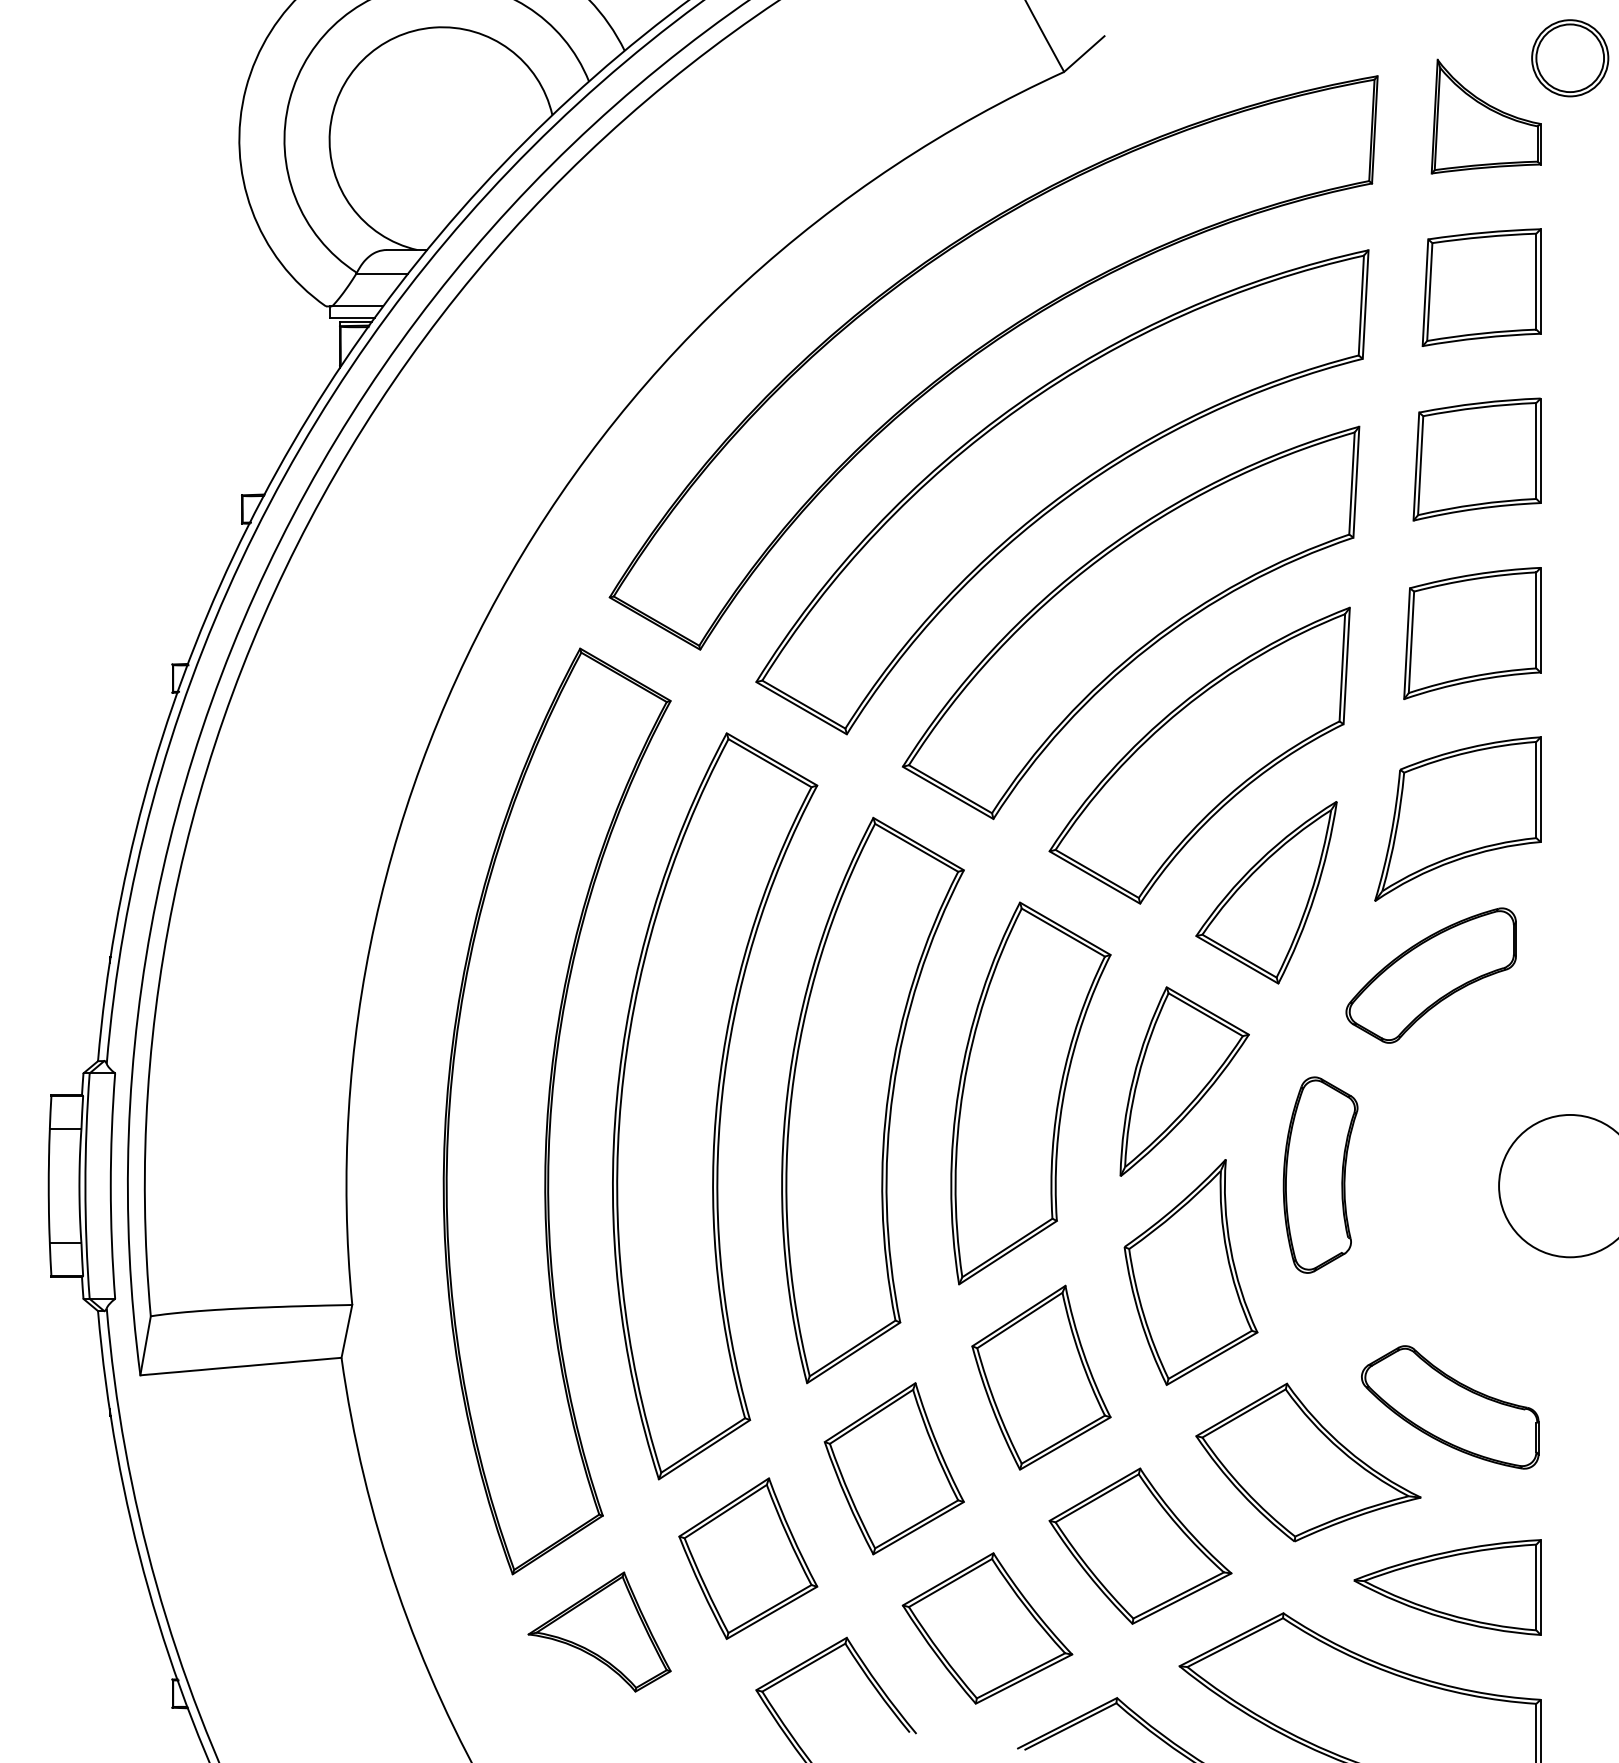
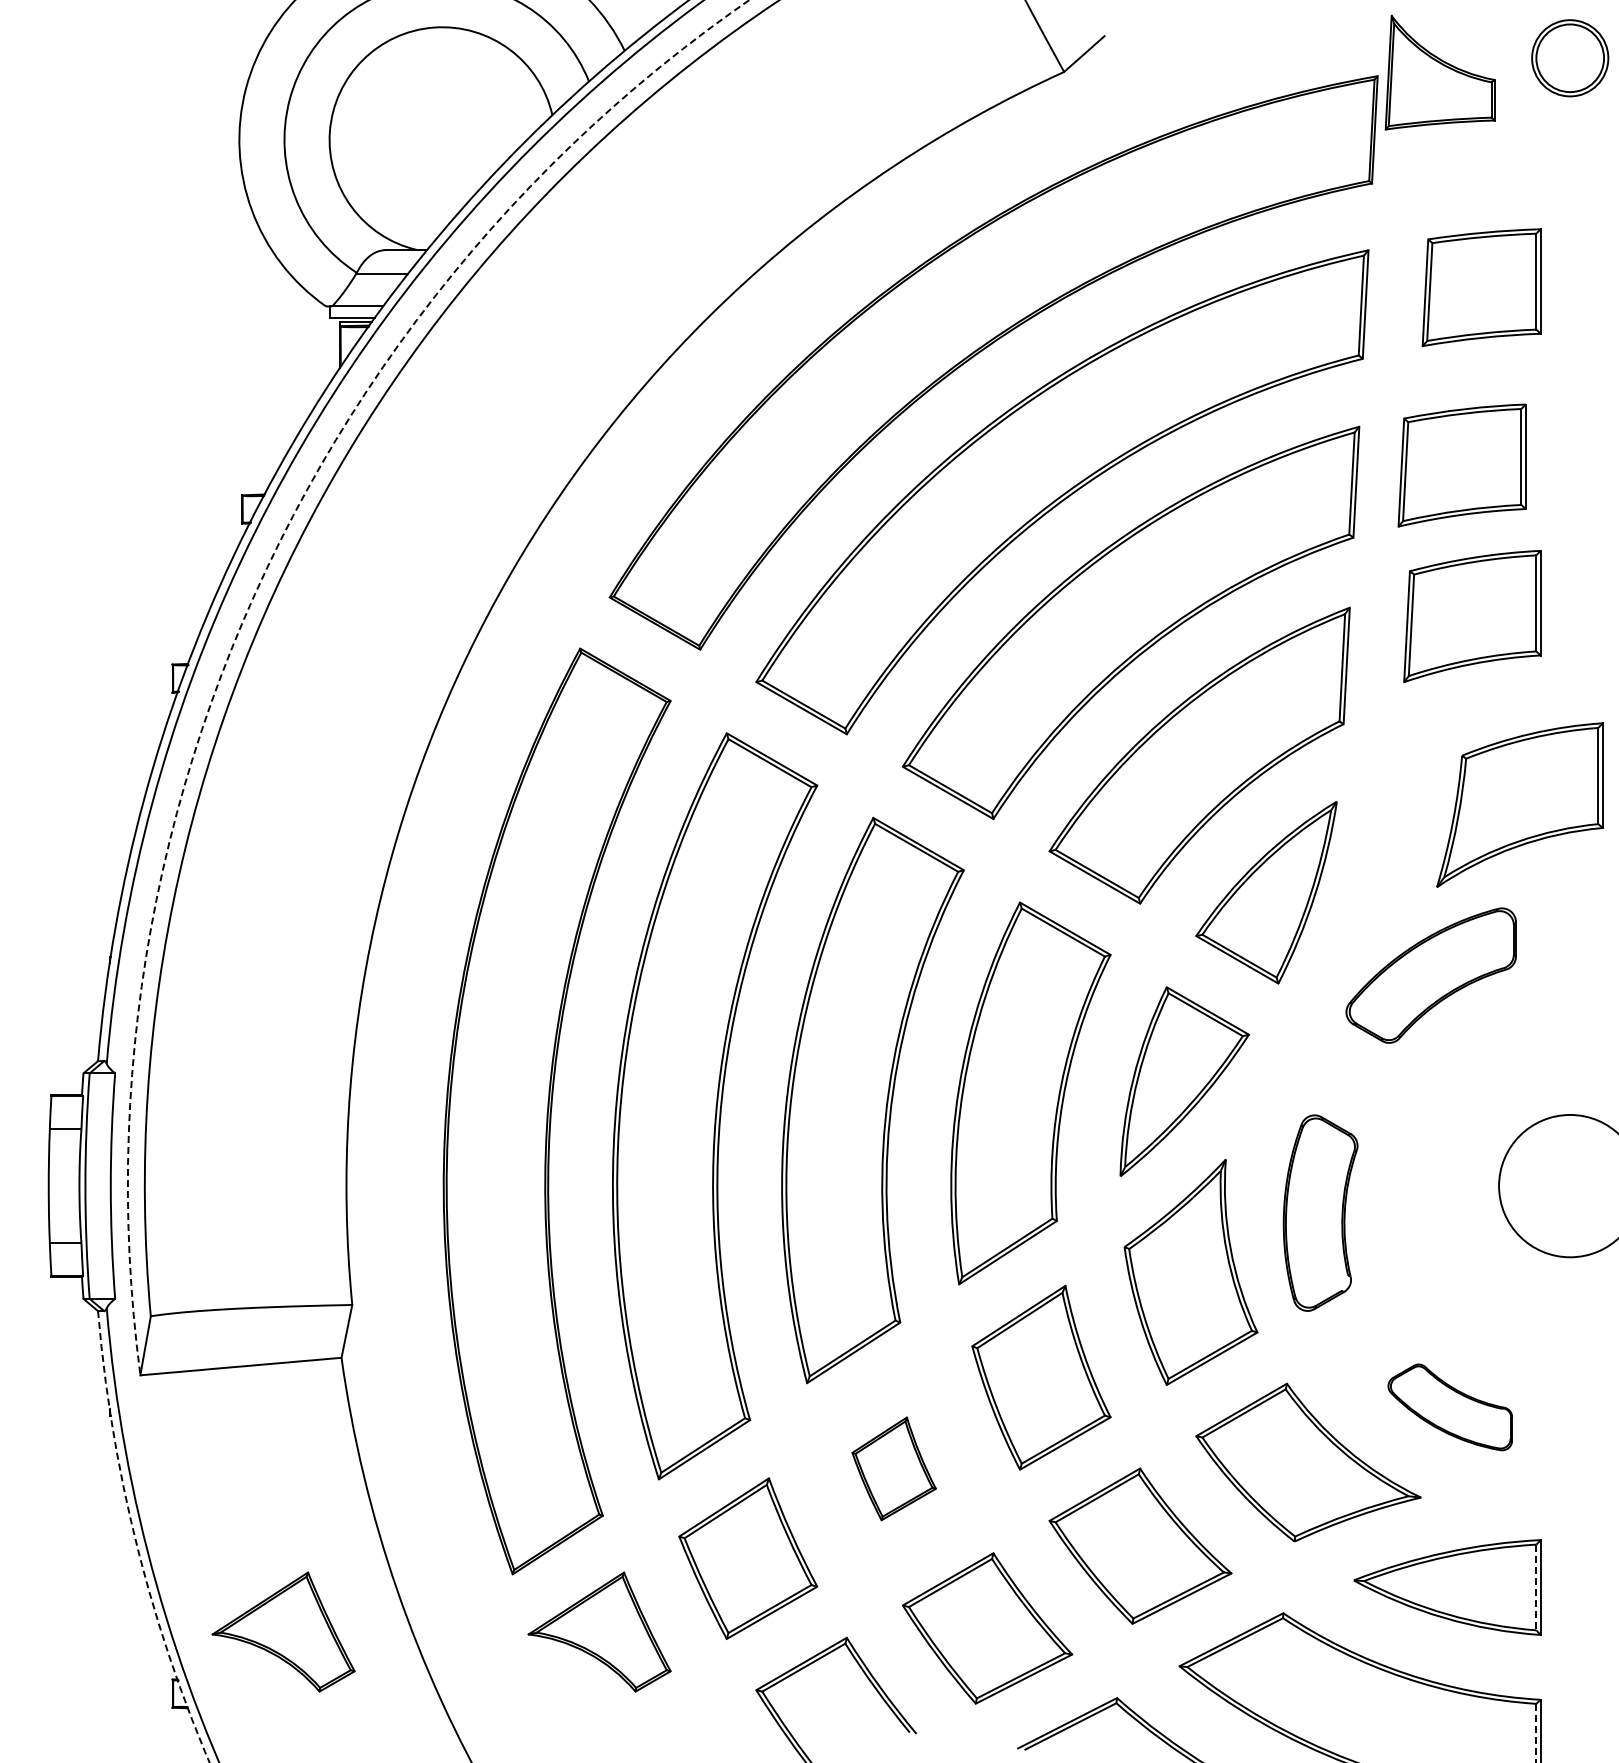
part at (1485, 116) position: (1485, 116) -> (1439, 72)
part at (1476, 459) position: (1476, 459) -> (1461, 465)
arc at (252, 599): solid -> dashed
part at (1472, 633) position: (1472, 633) -> (1472, 616)
part at (1457, 818) position: (1457, 818) -> (1519, 804)
part at (1320, 1174) position: (1320, 1174) -> (1320, 1212)
part at (1450, 1407) size: 179x125 px -> 126x89 px
part at (893, 1468) size: 142x174 px -> 86x106 px
arc at (136, 1541): solid -> dashed
line at (1536, 1587): solid -> dashed
part at (283, 1631): none -> present
line at (1536, 1733): solid -> dashed
